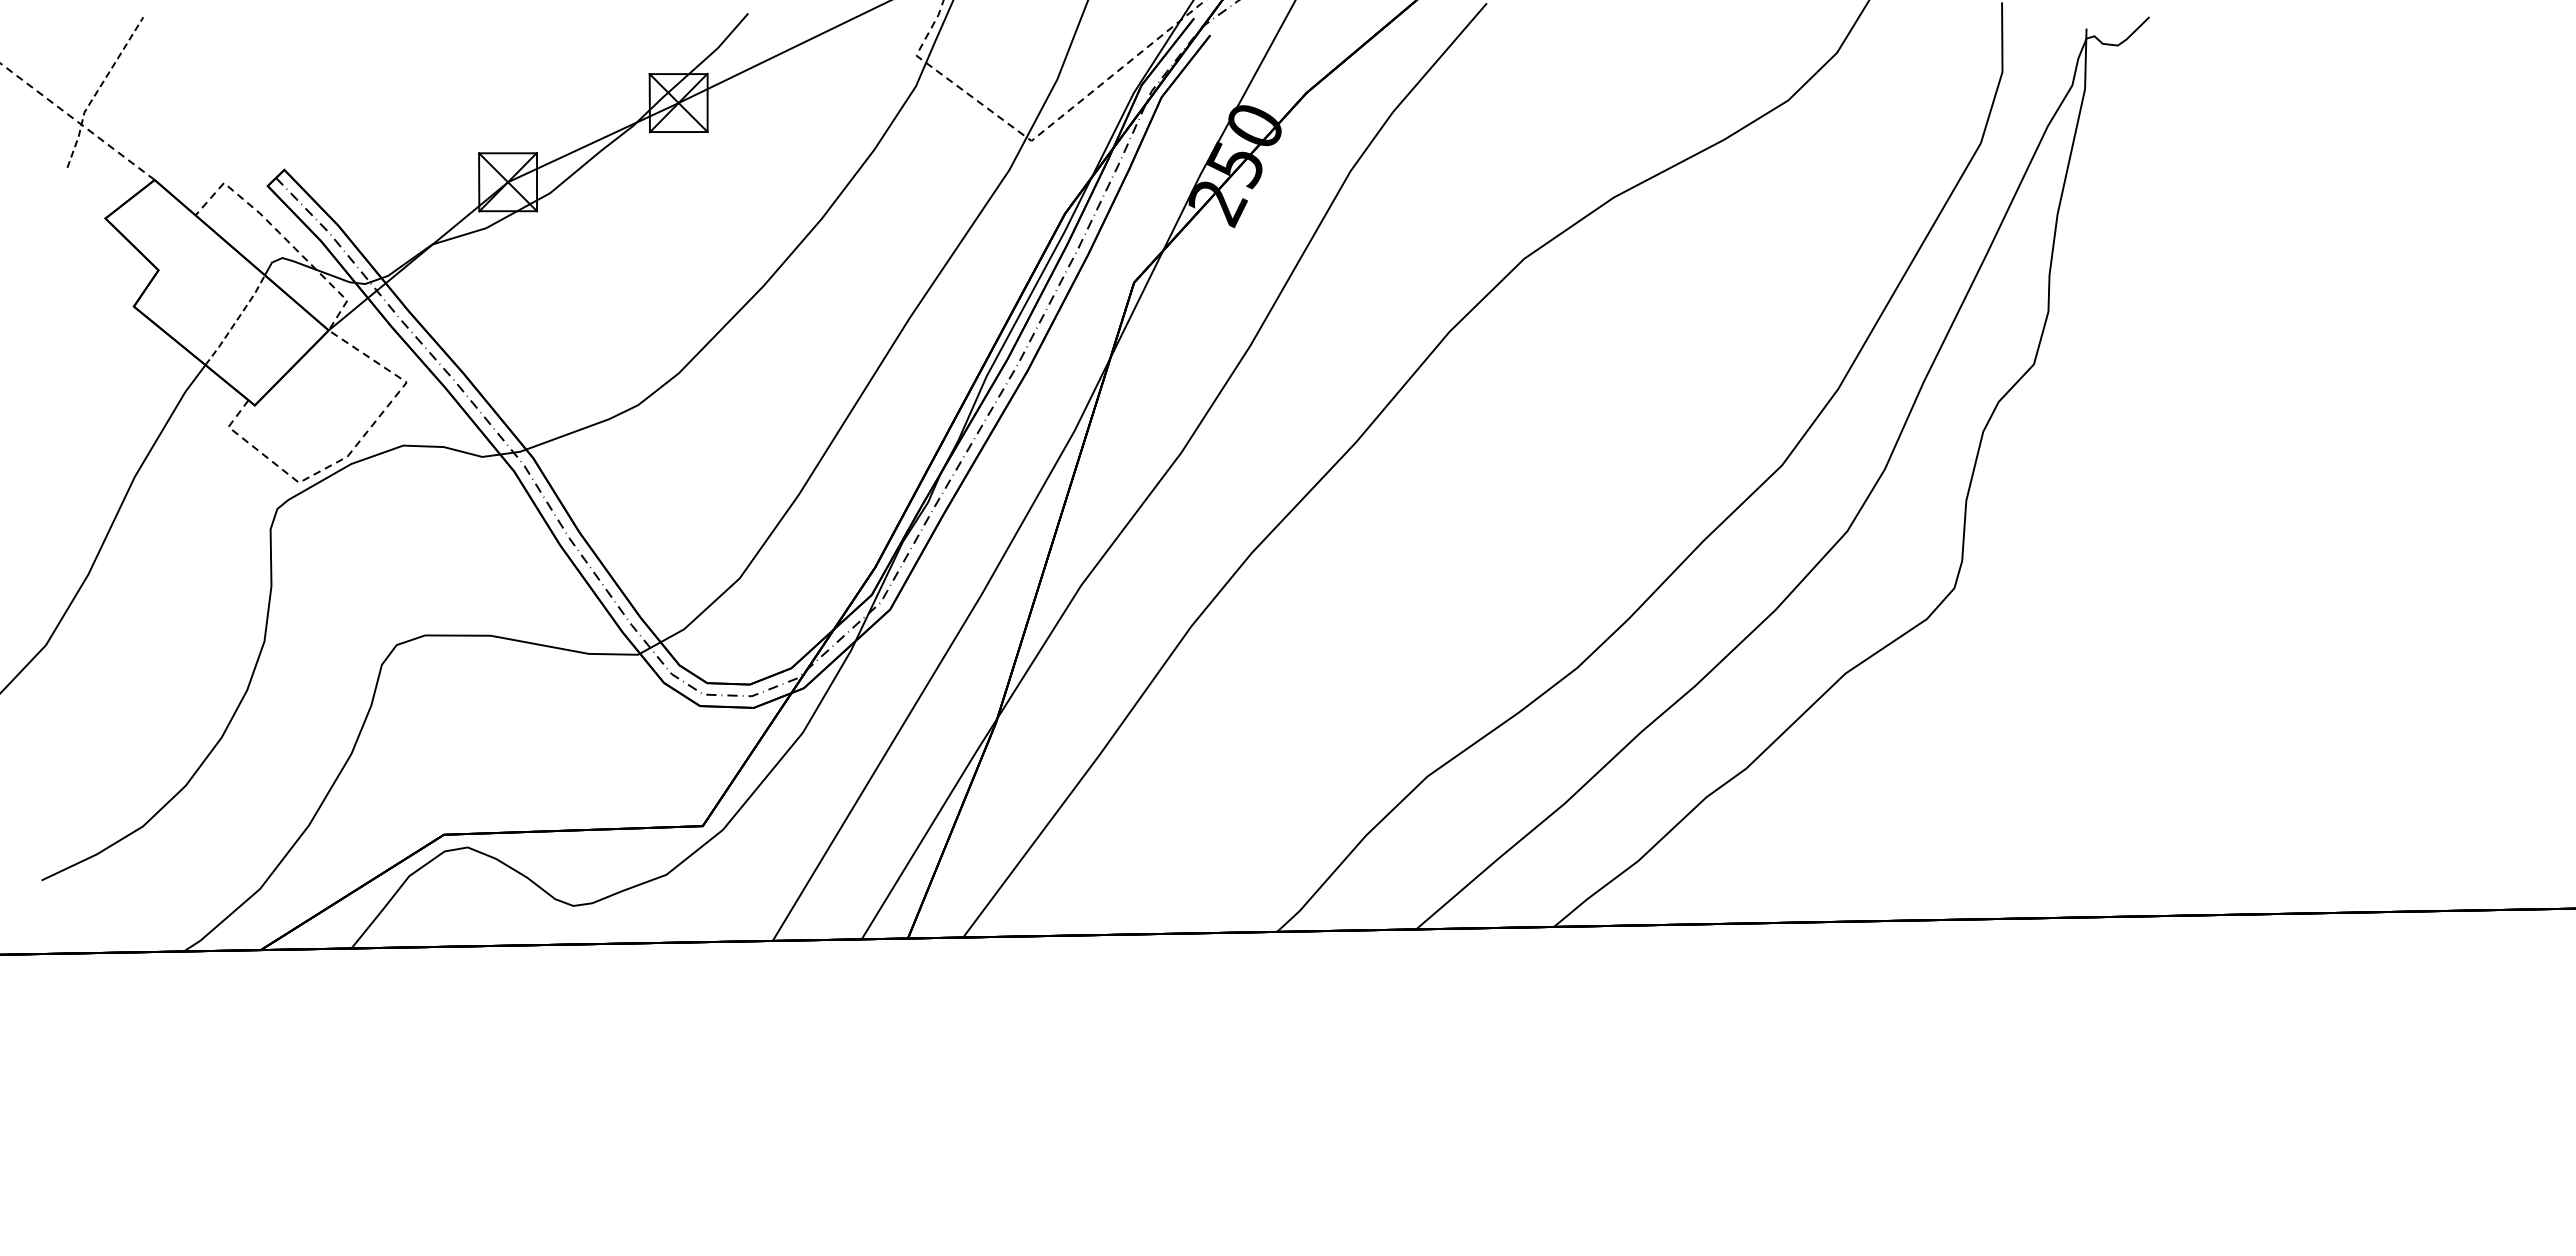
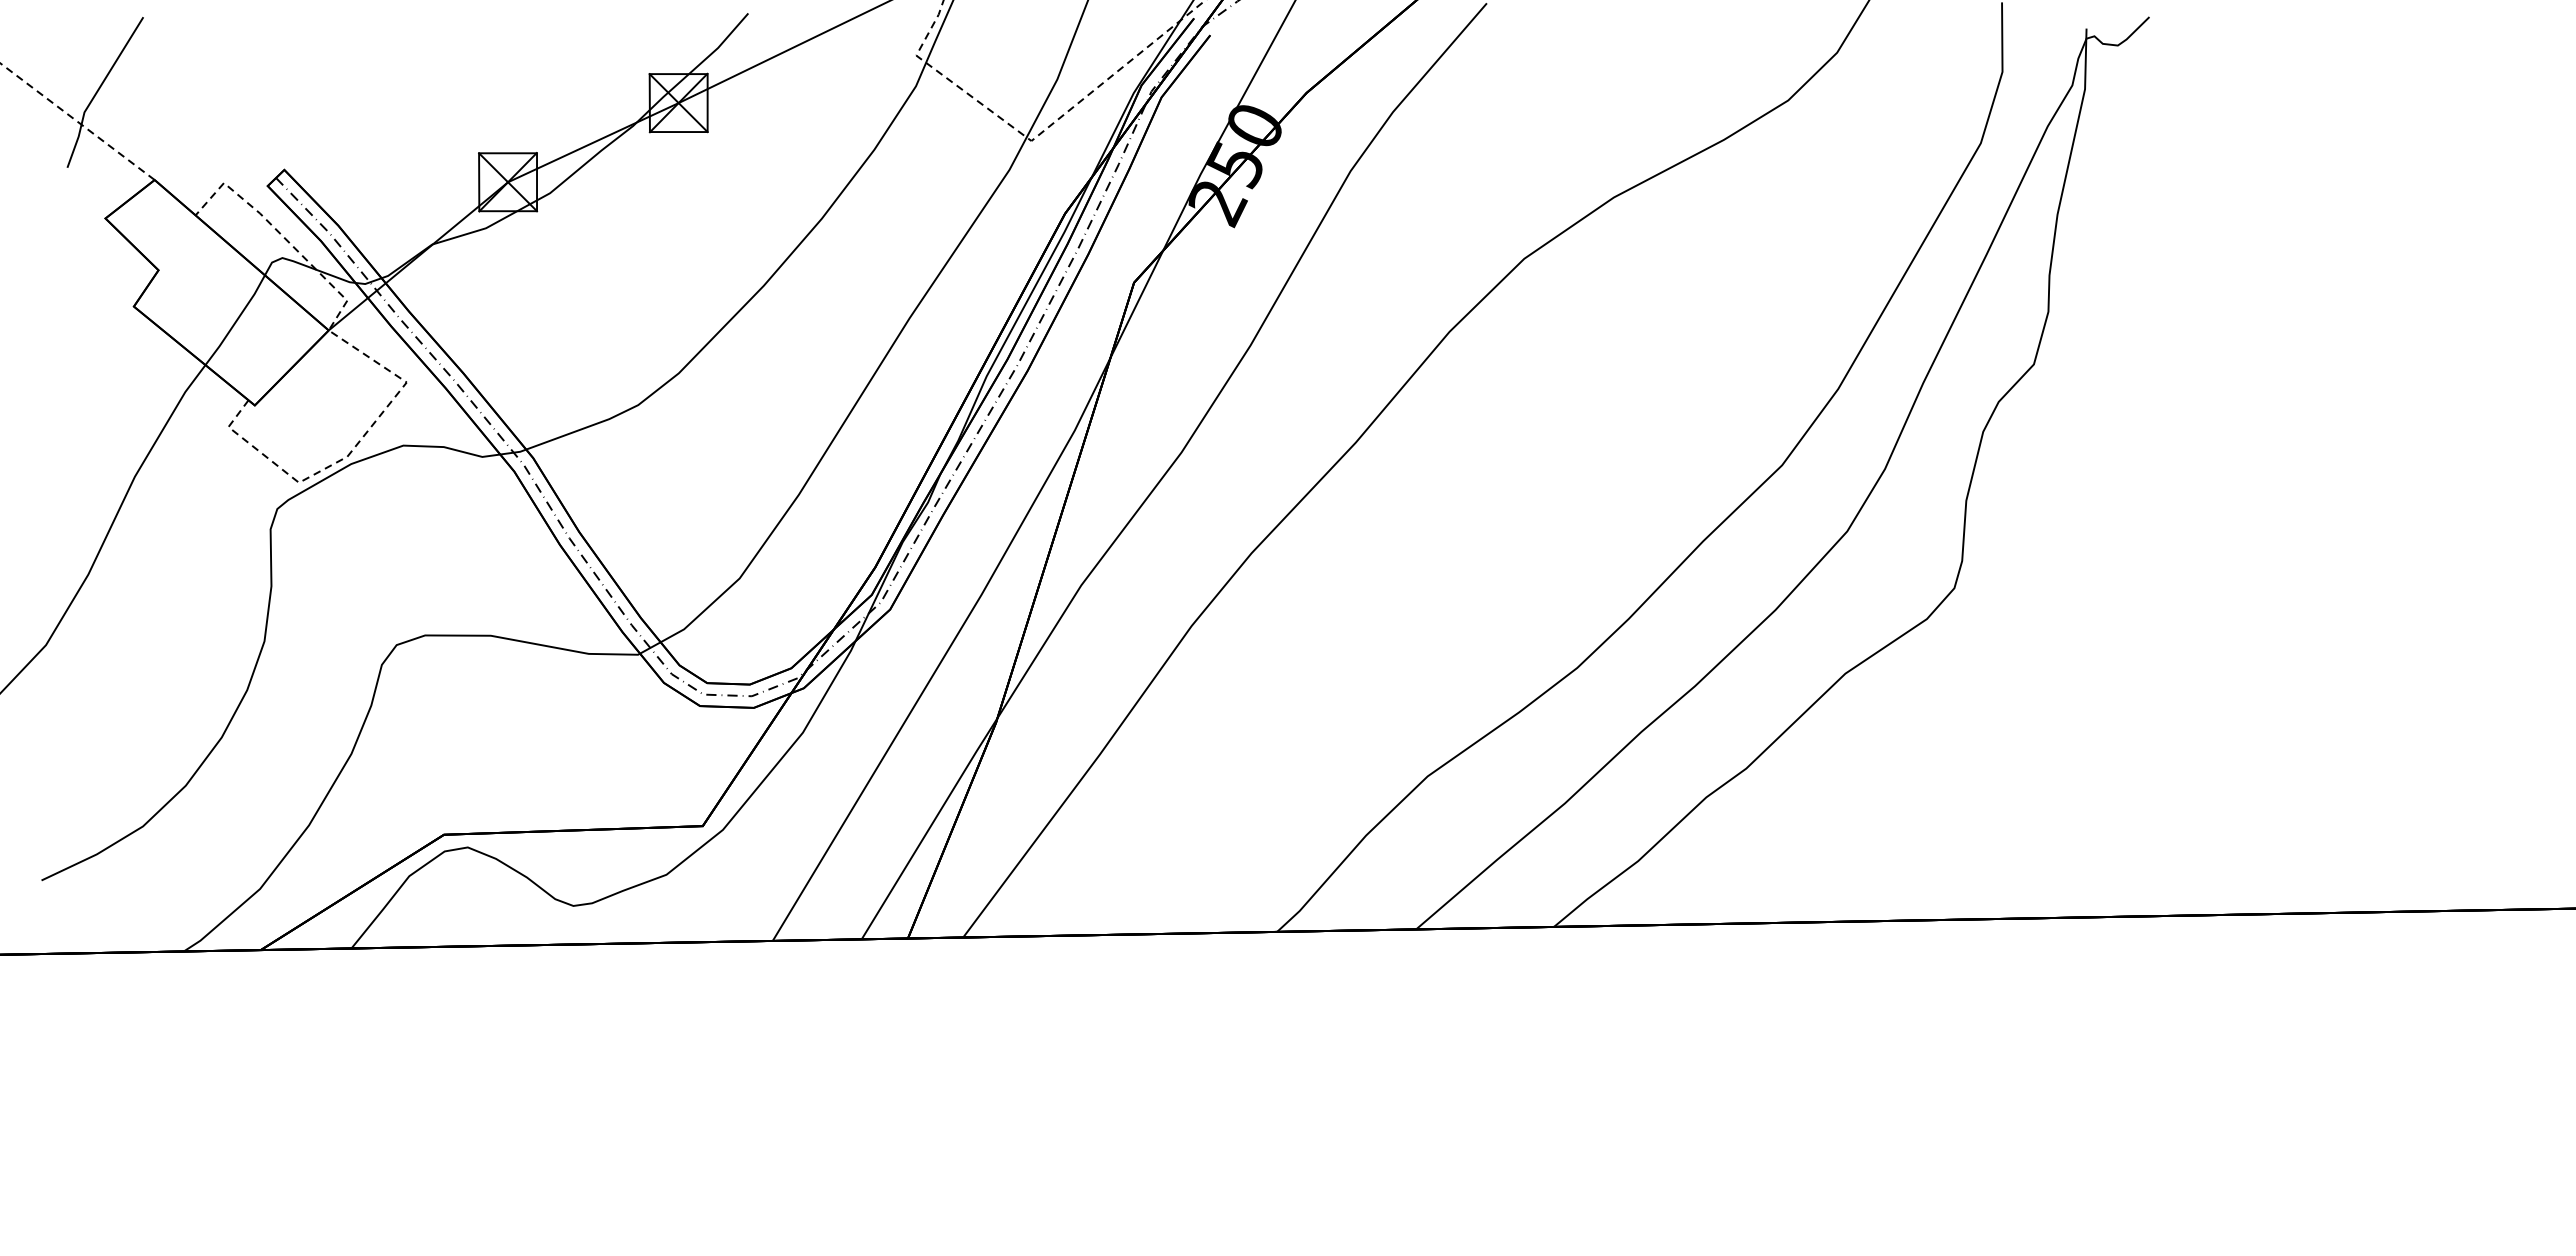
line at (98, 90): dashed -> solid
line at (236, 320): dashed -> solid
